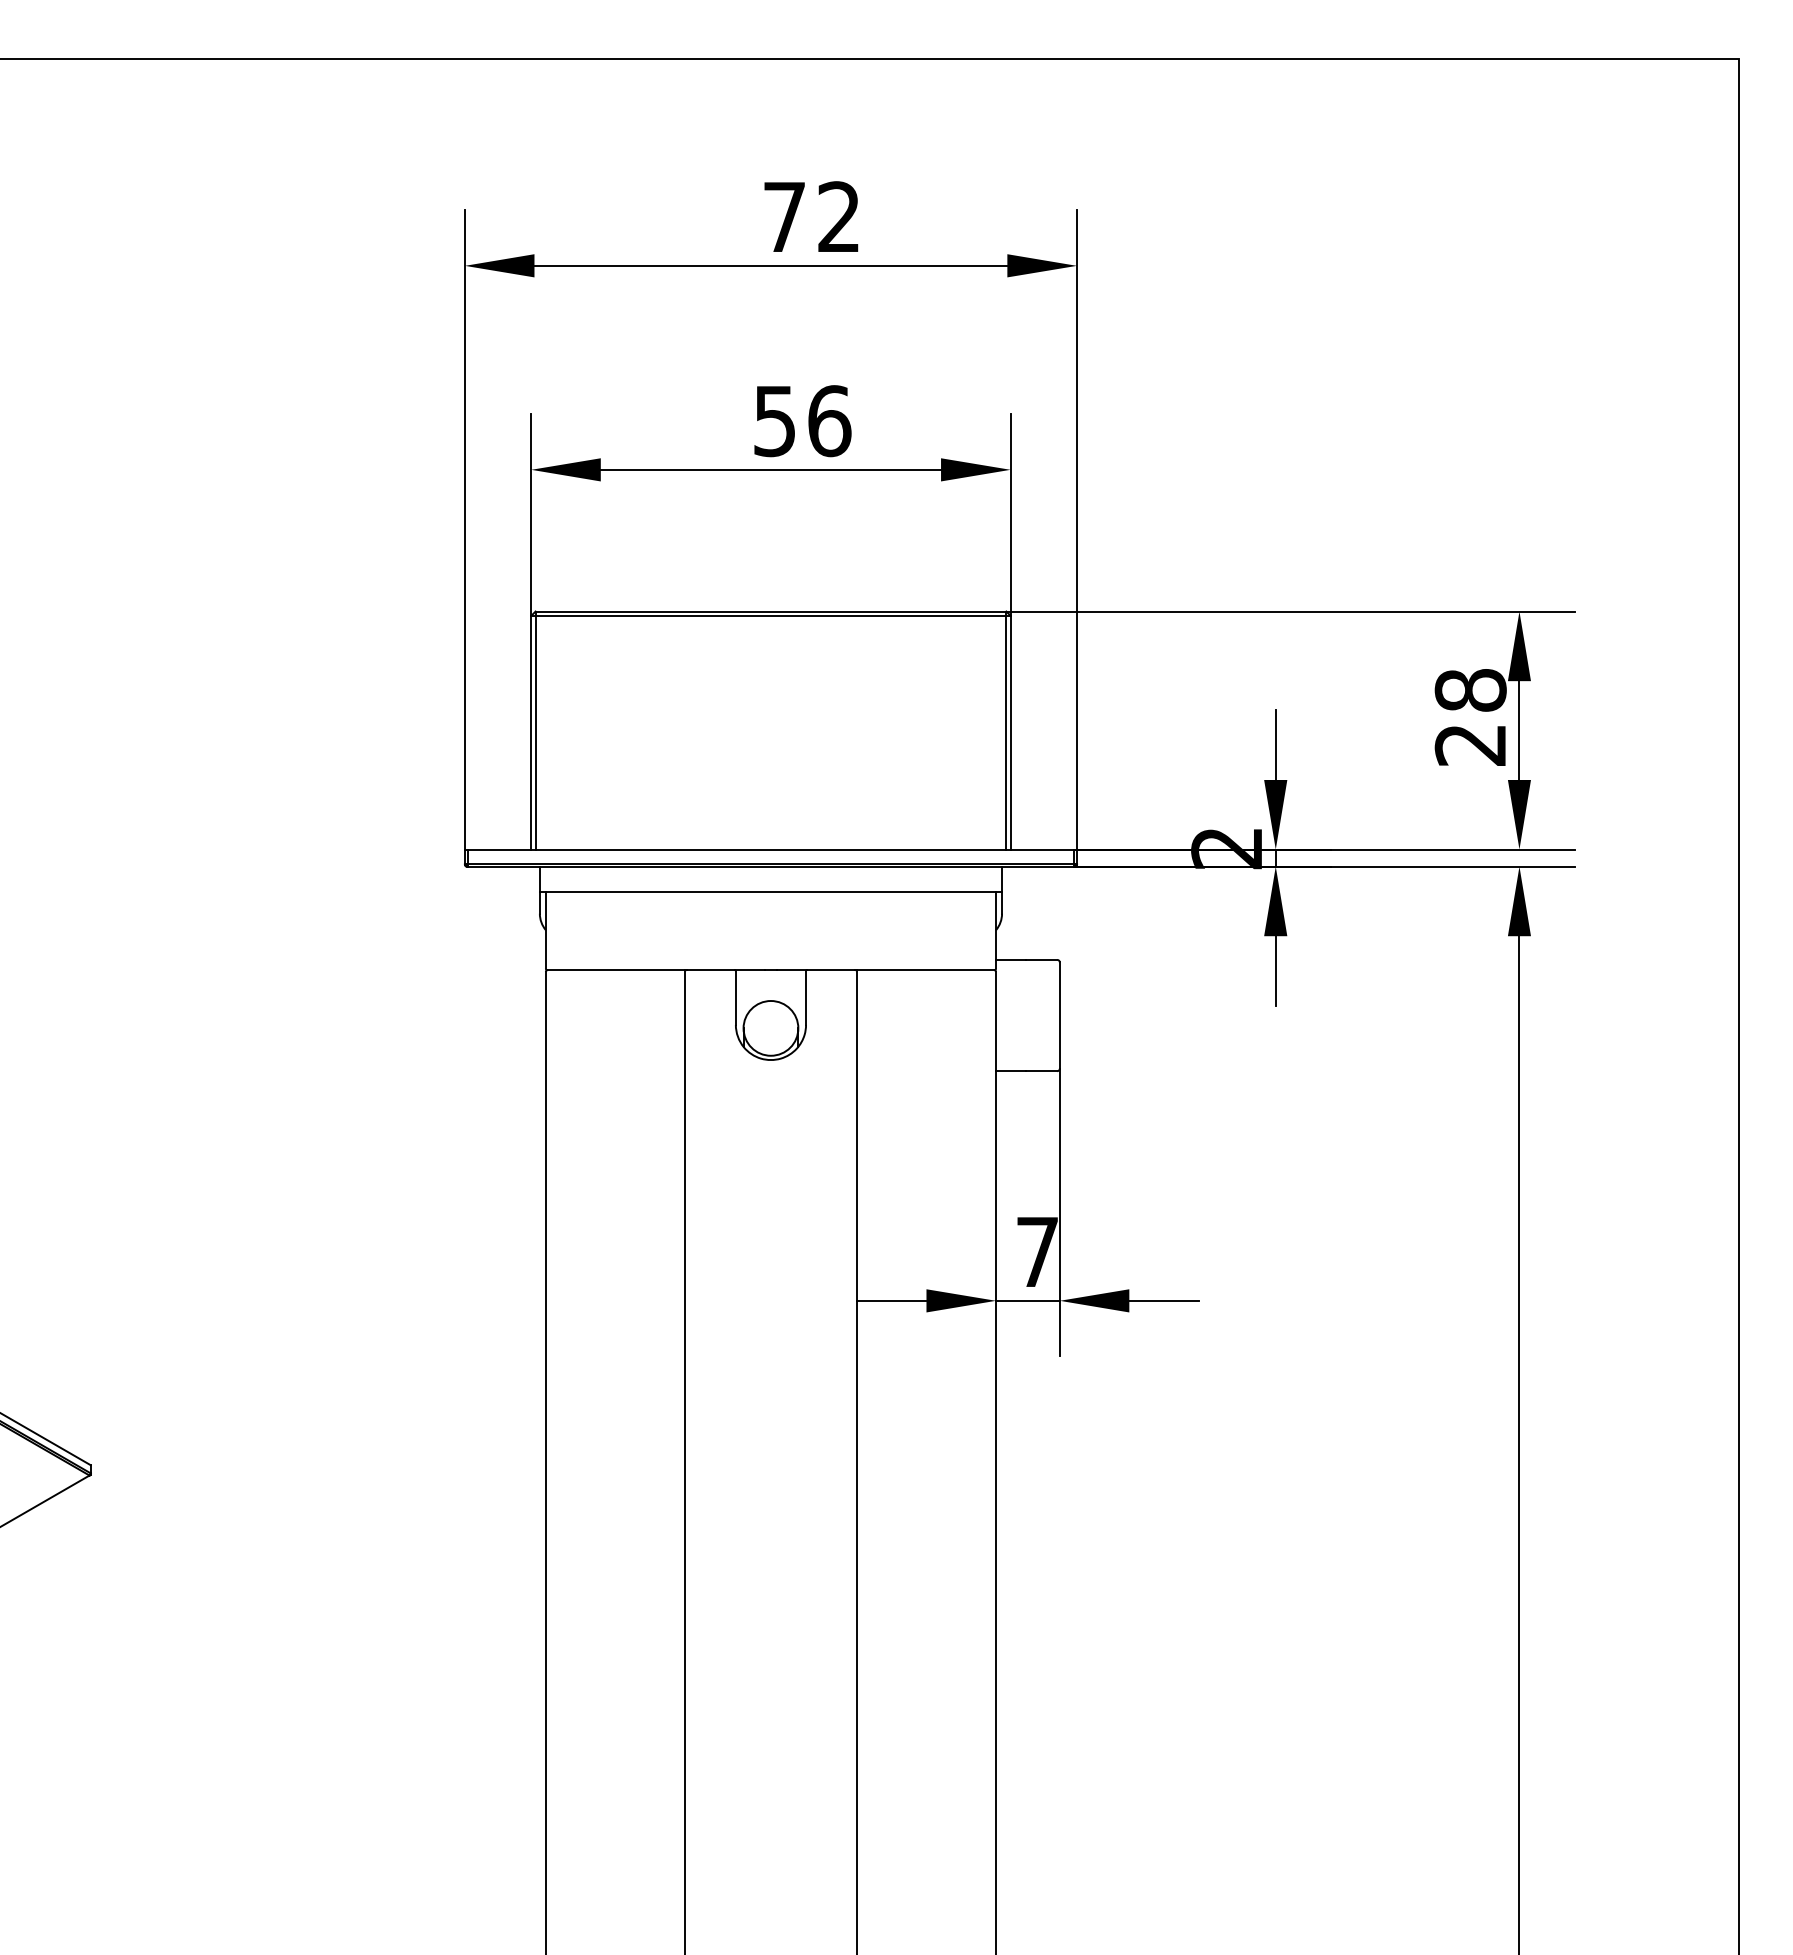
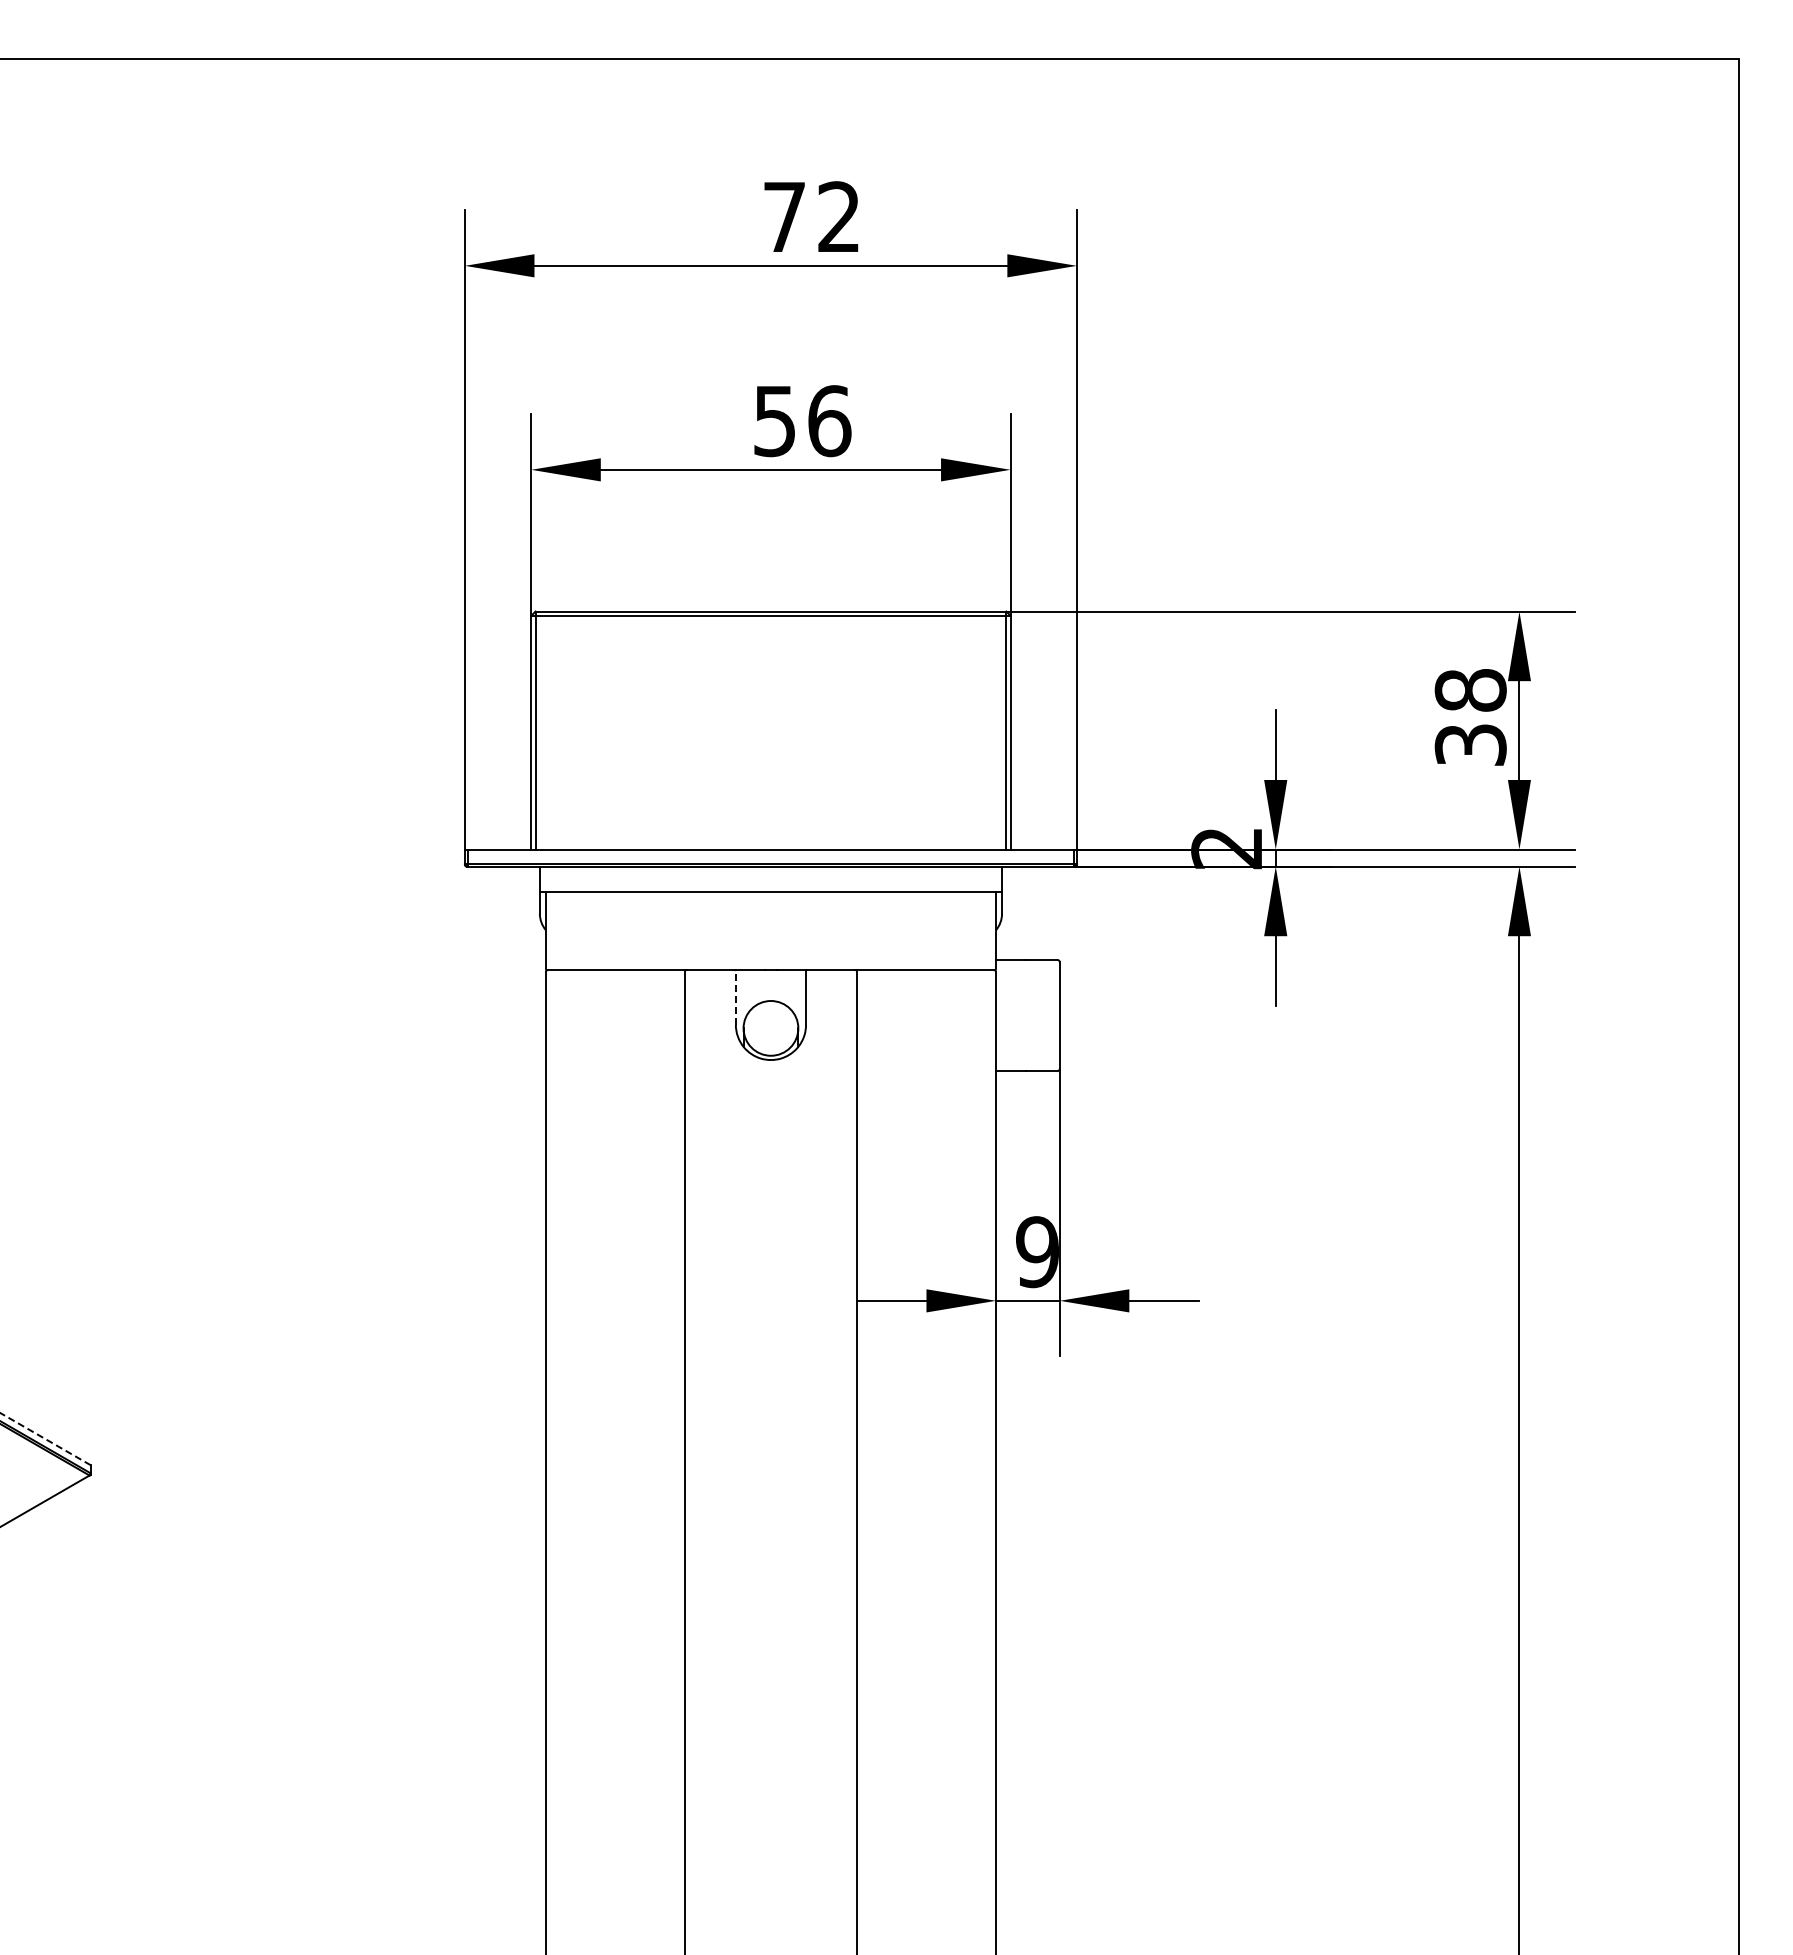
text at (1470, 744): 28 -> 38
line at (735, 998): solid -> dashed
text at (1037, 1252): 7 -> 9
line at (45, 1438): solid -> dashed
